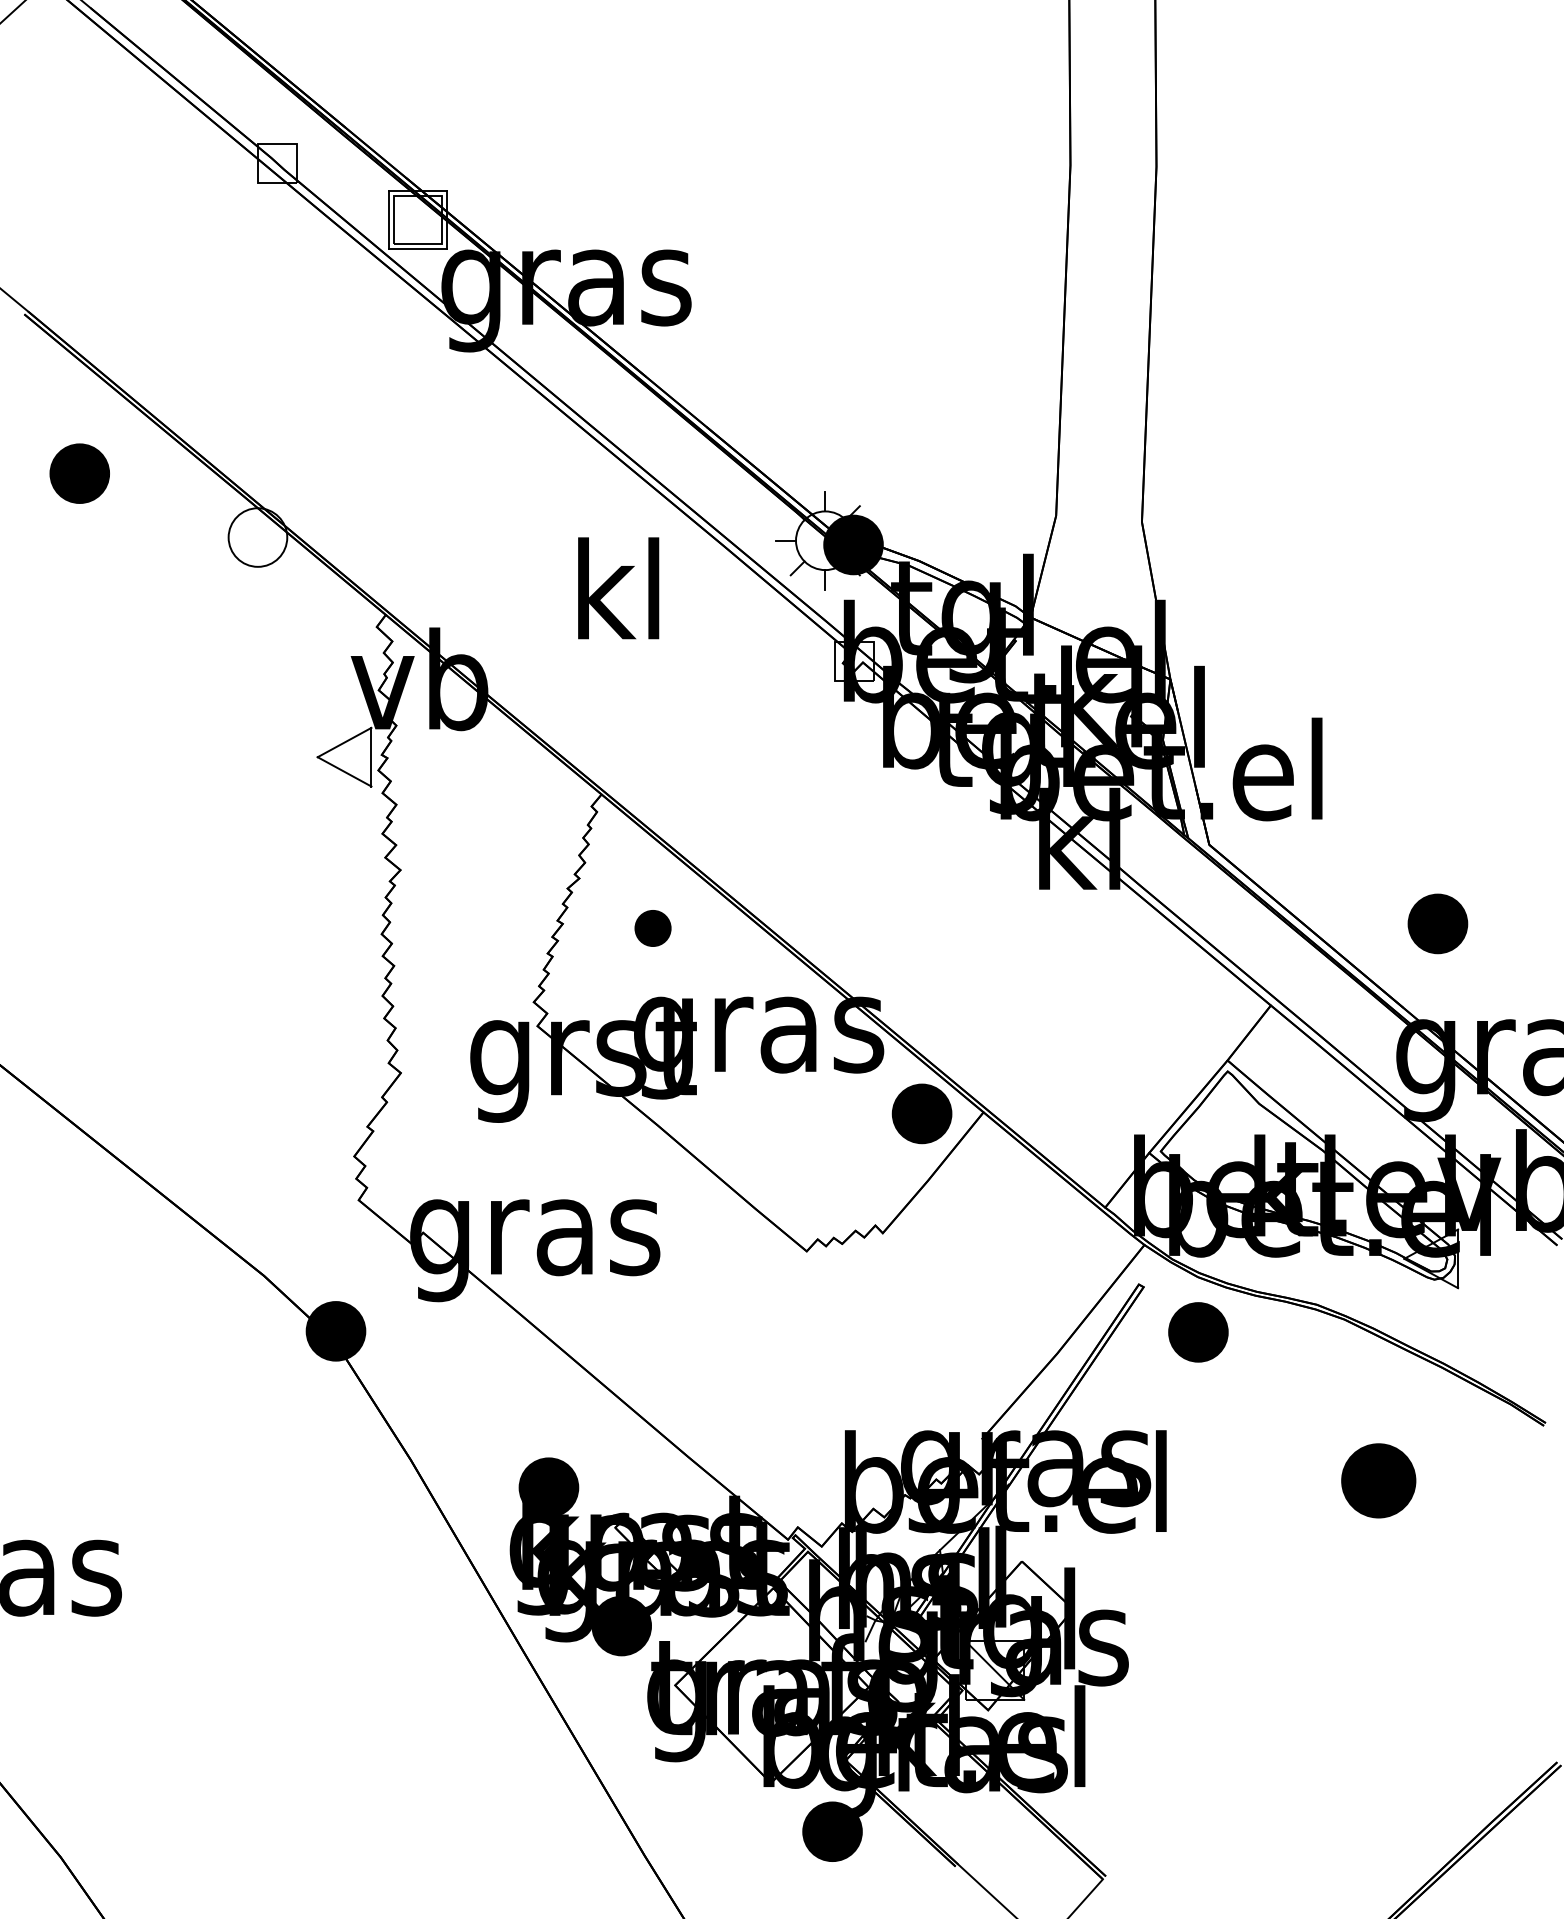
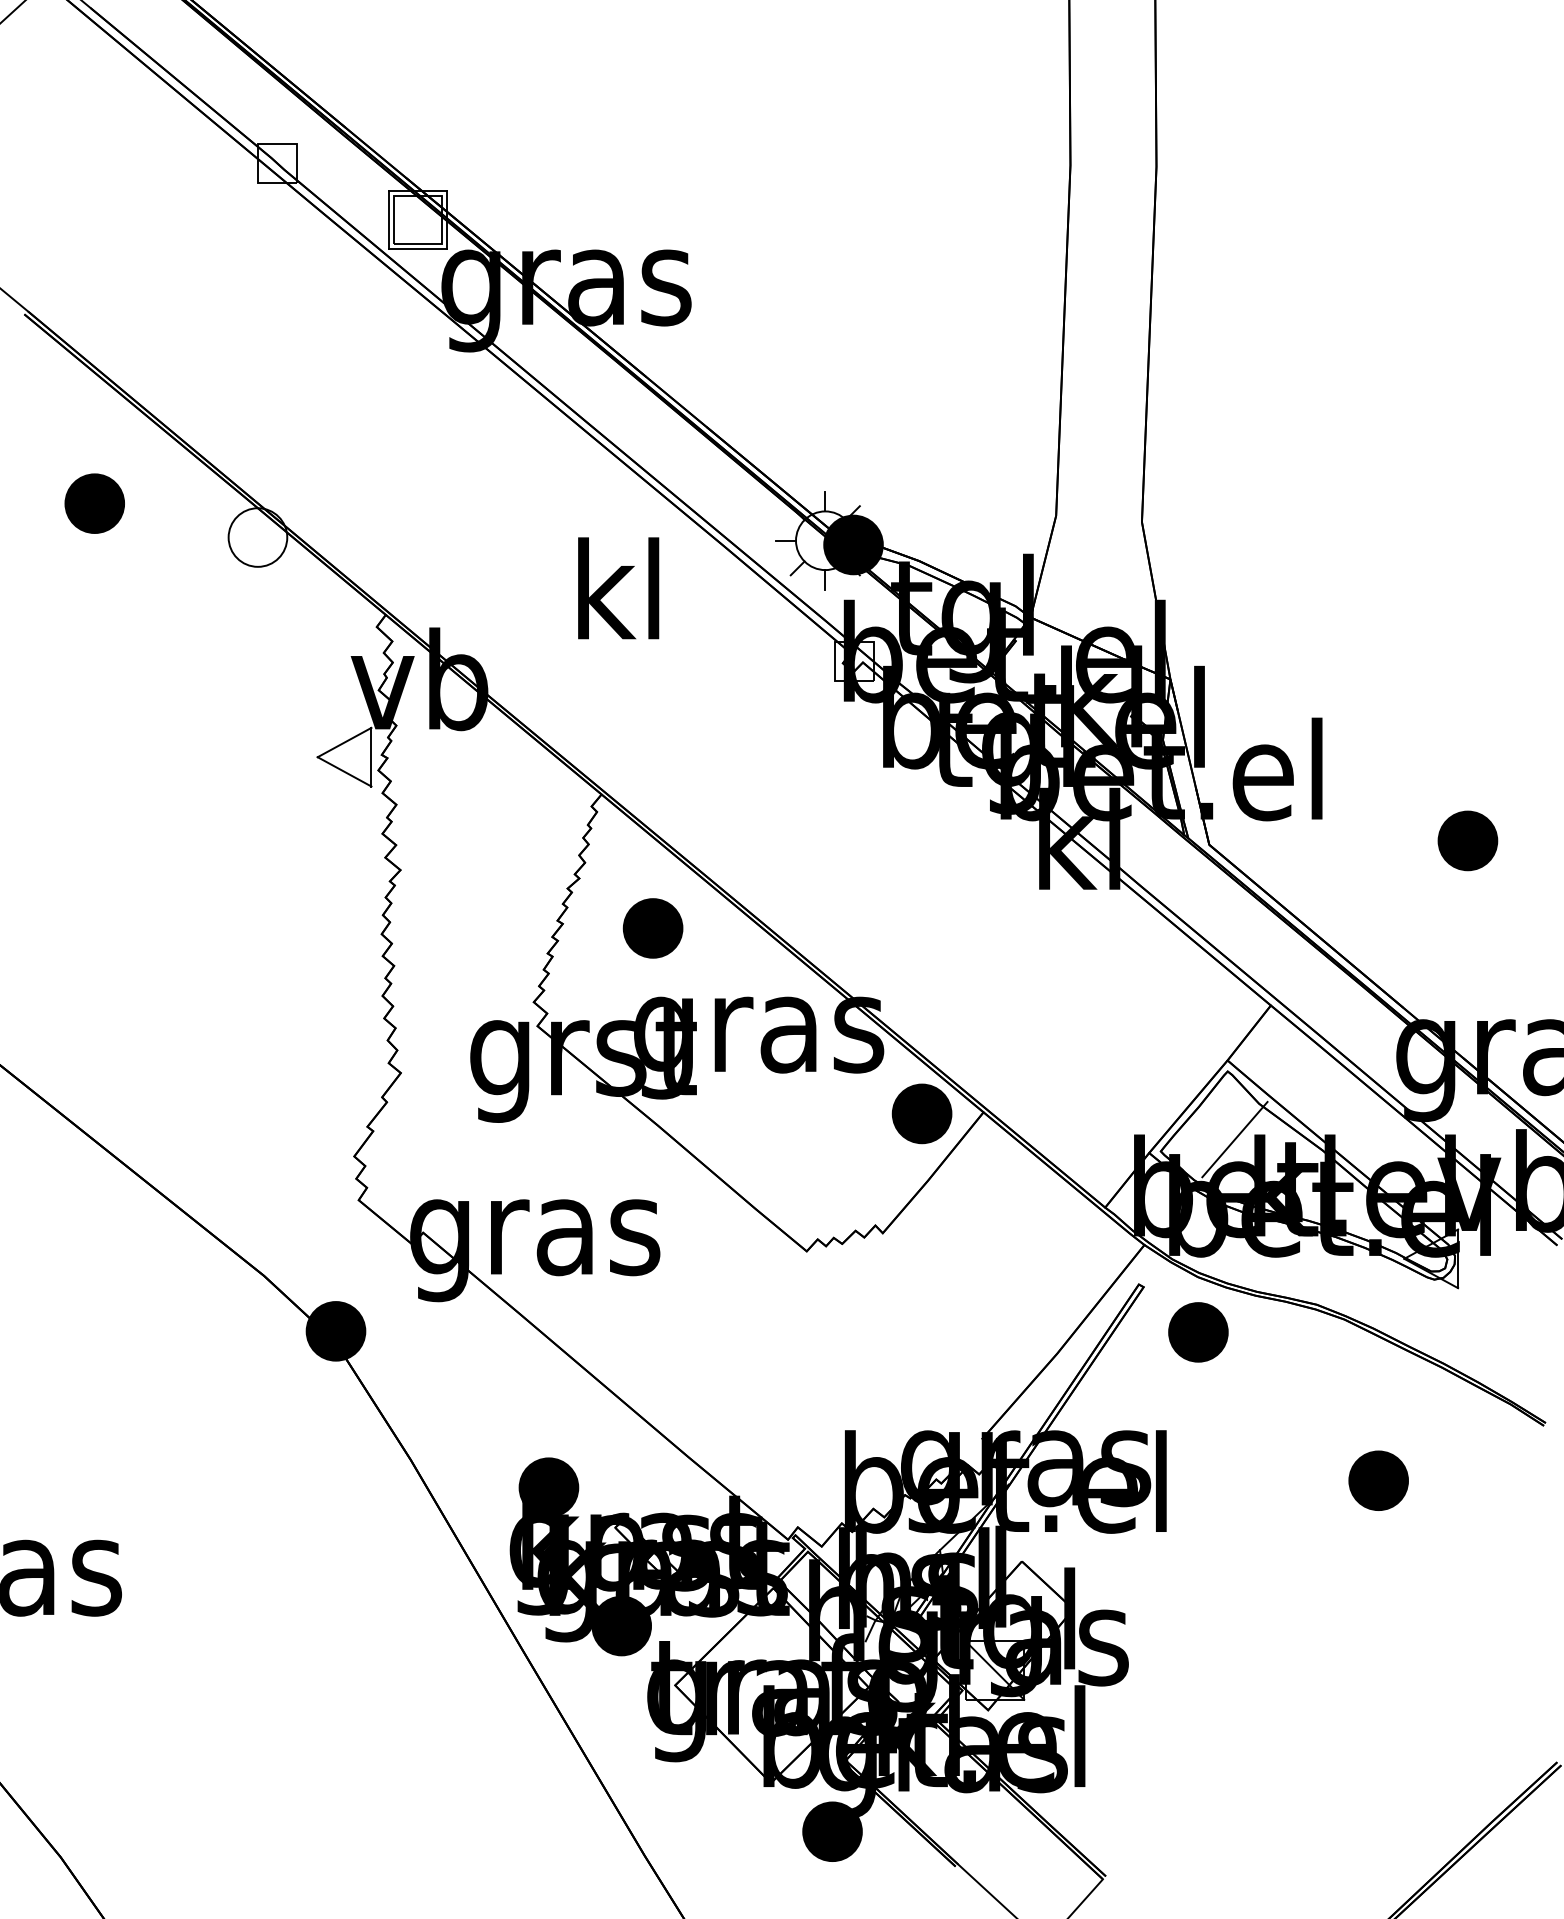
part at (79, 473) position: (79, 473) -> (94, 503)
part at (1437, 923) position: (1437, 923) -> (1467, 840)
part at (652, 928) size: 38x37 px -> 62x61 px
line at (1234, 1139): none -> present
part at (1378, 1480) size: 76x76 px -> 61x61 px
